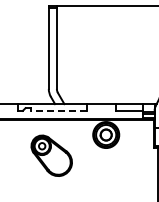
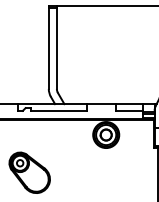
line at (58, 110): dashed -> solid
part at (51, 155) position: (51, 155) -> (29, 172)
